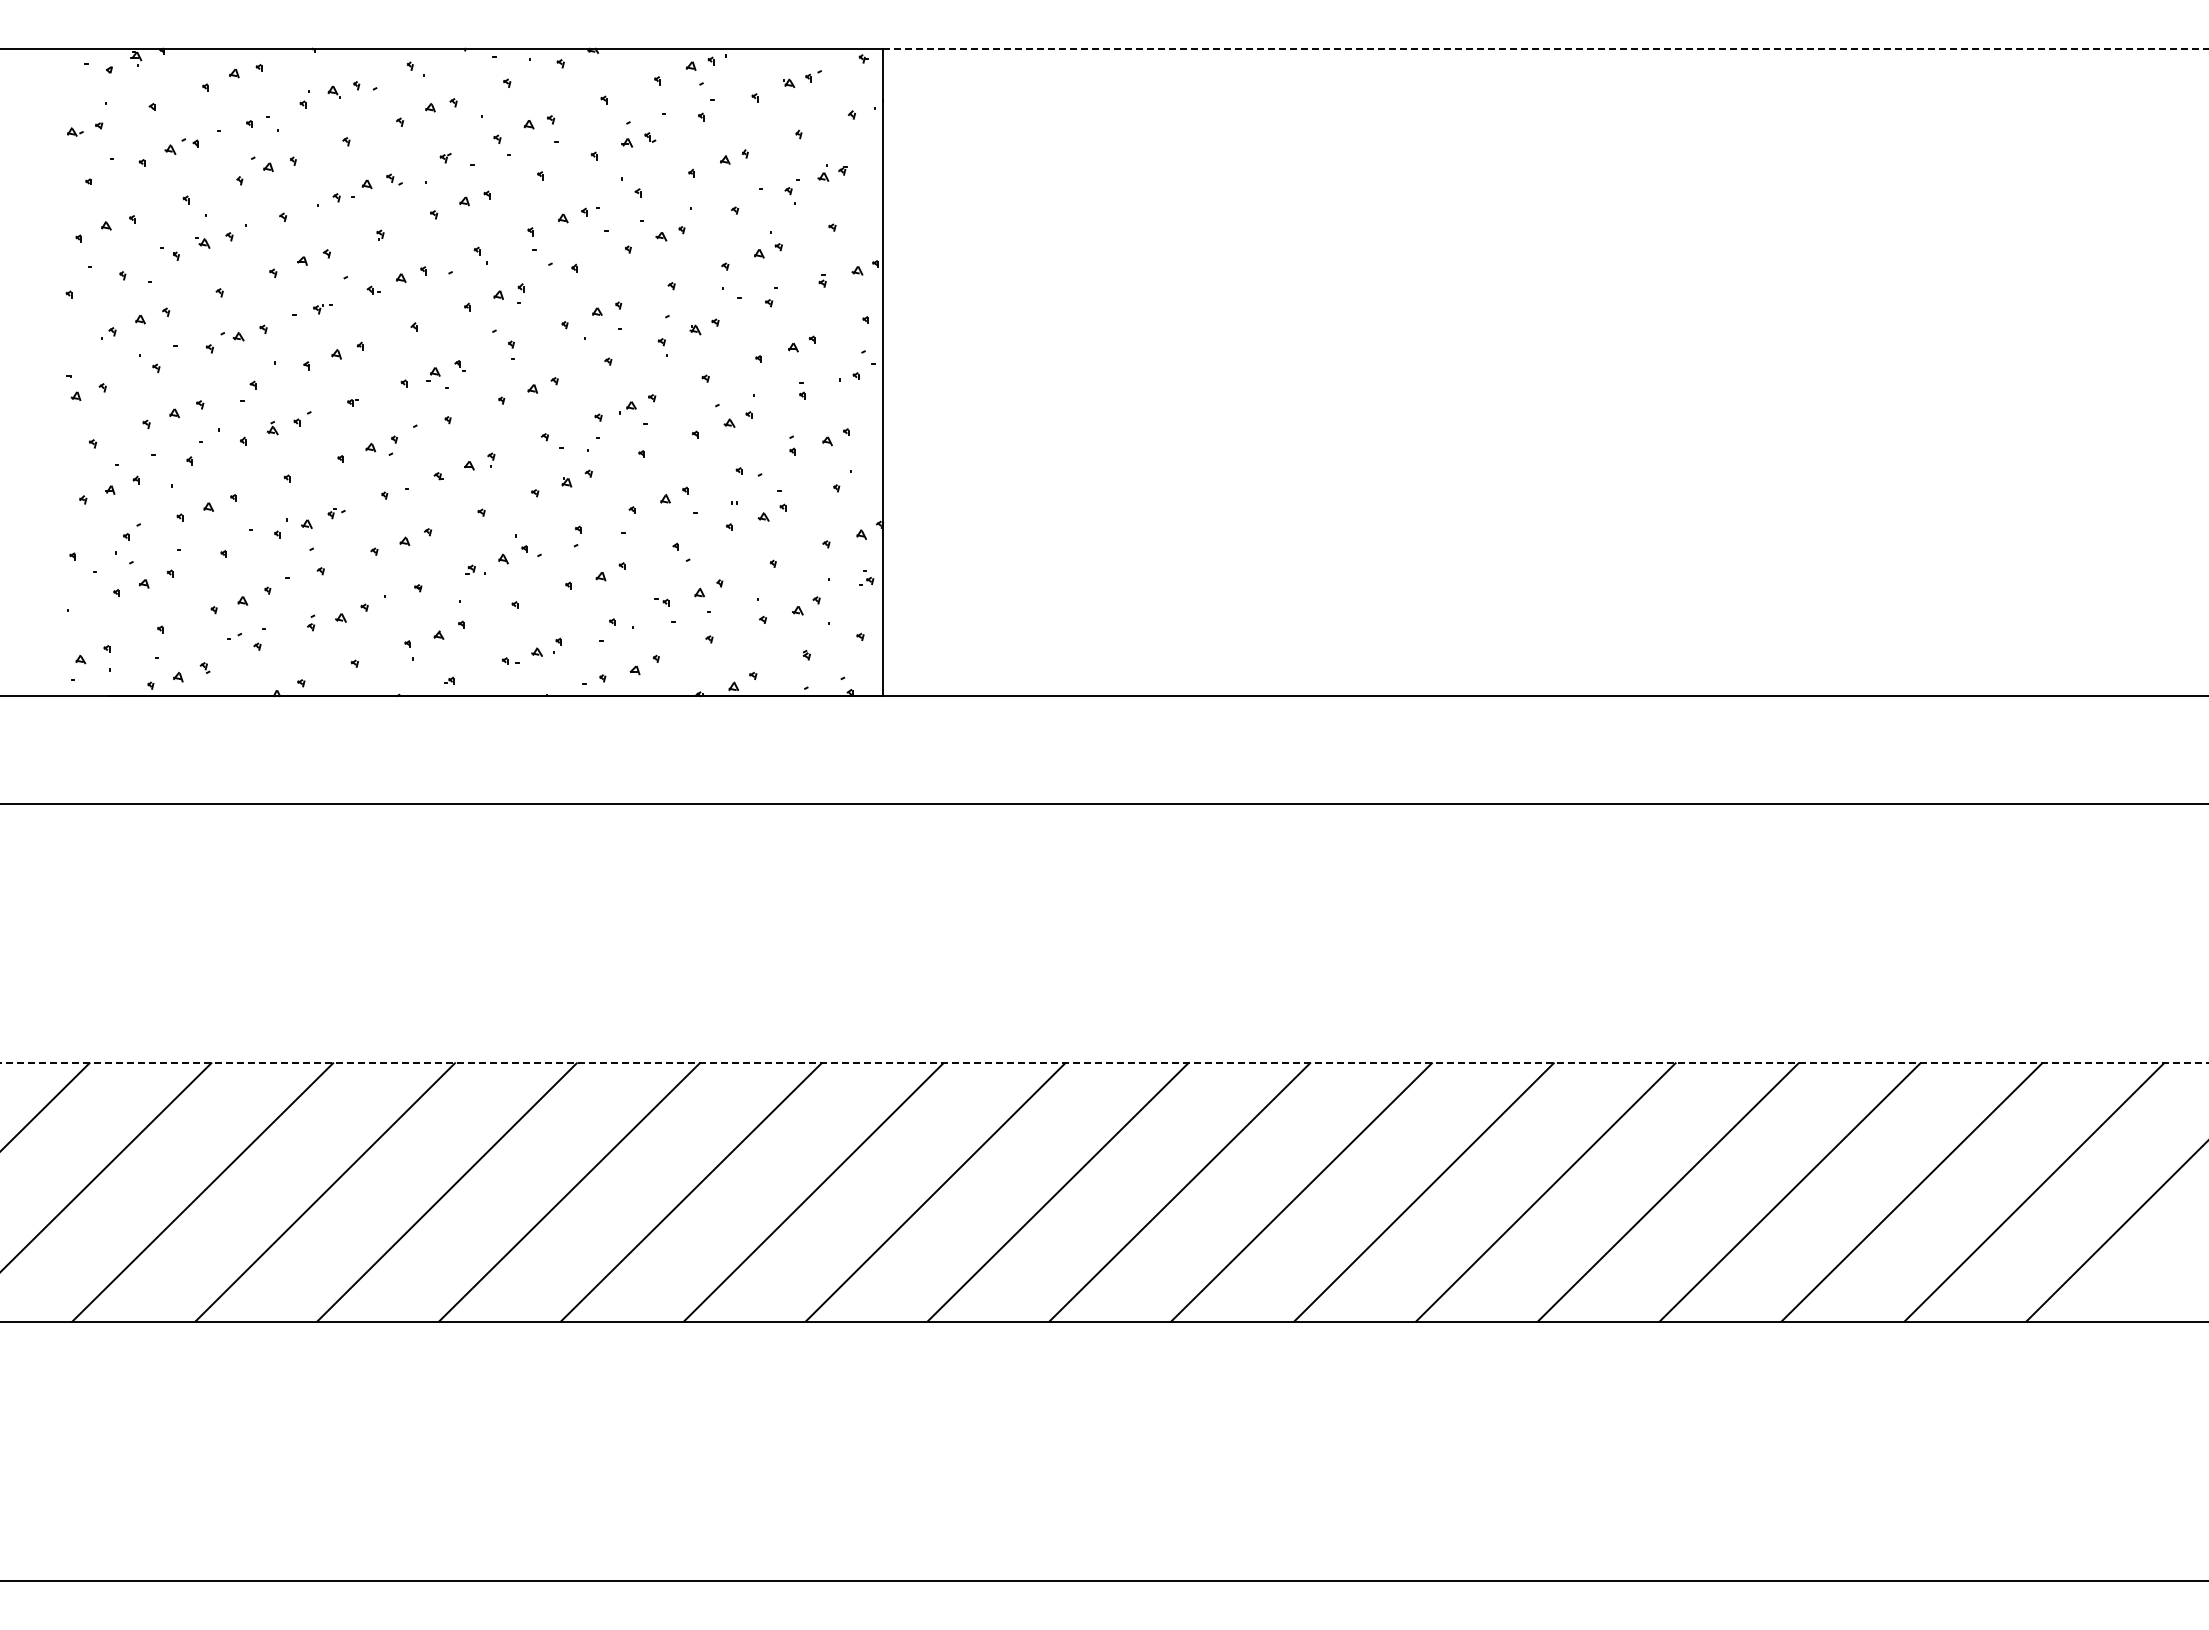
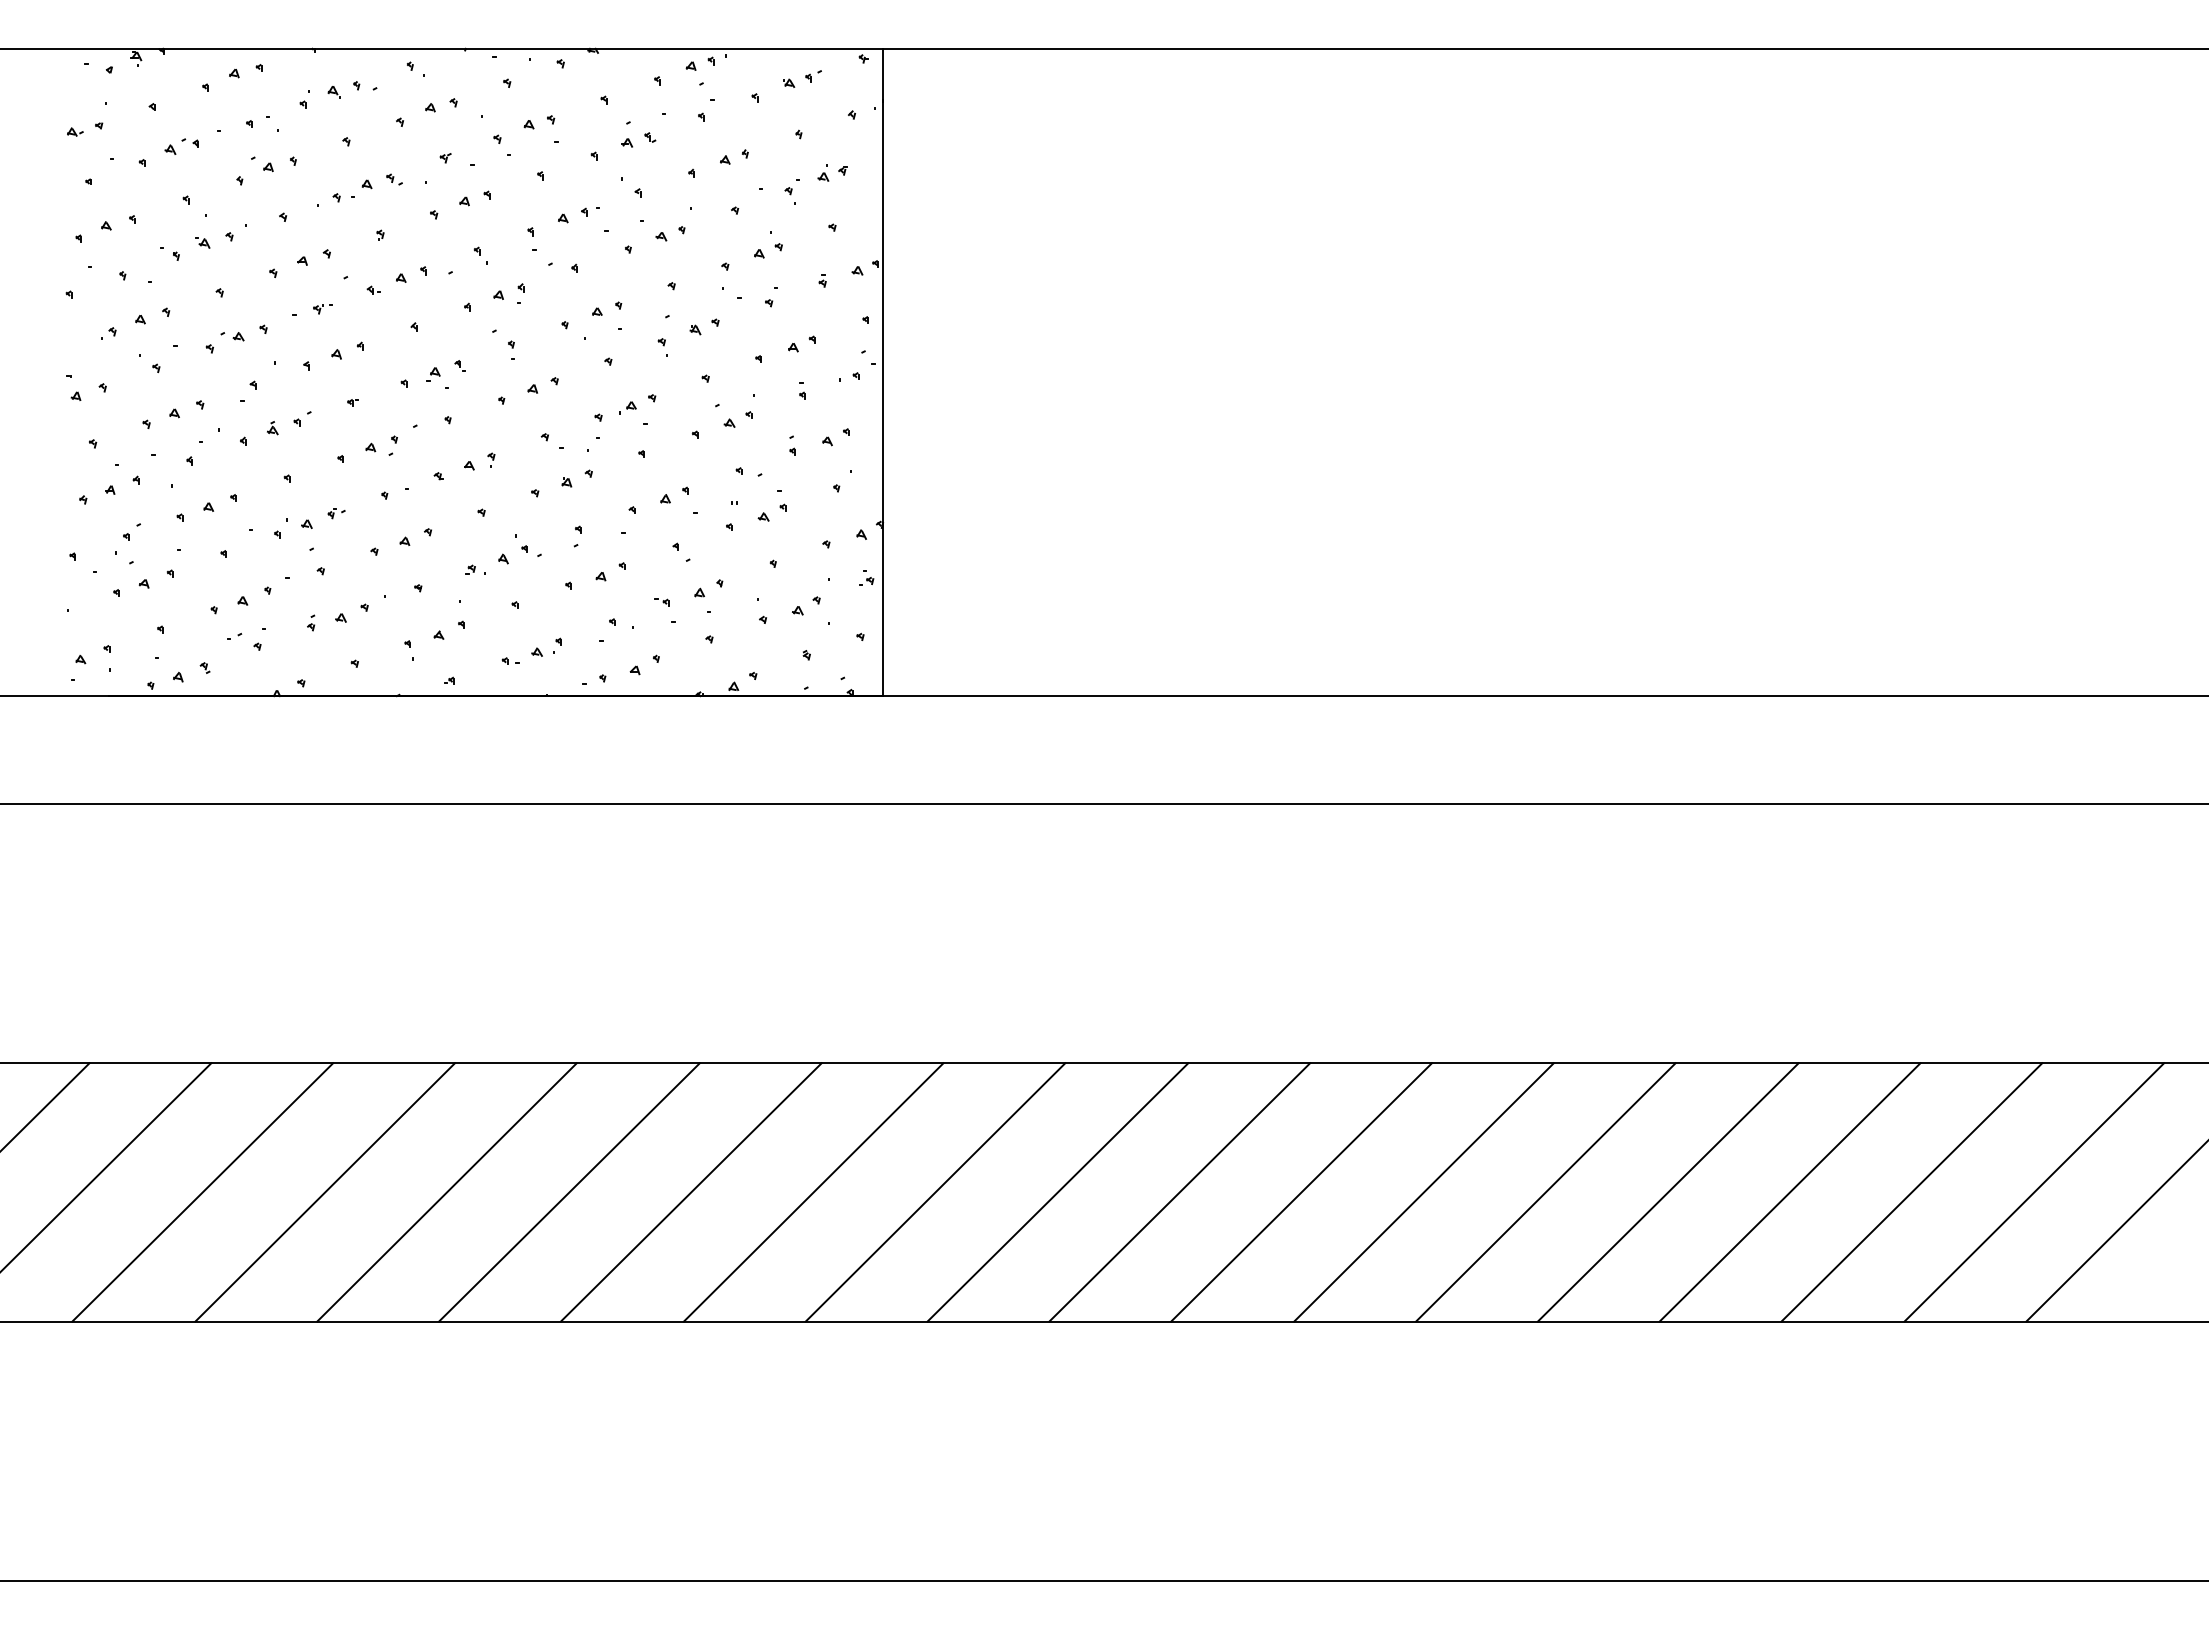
line at (1546, 48): dashed -> solid
line at (1105, 1063): dashed -> solid
